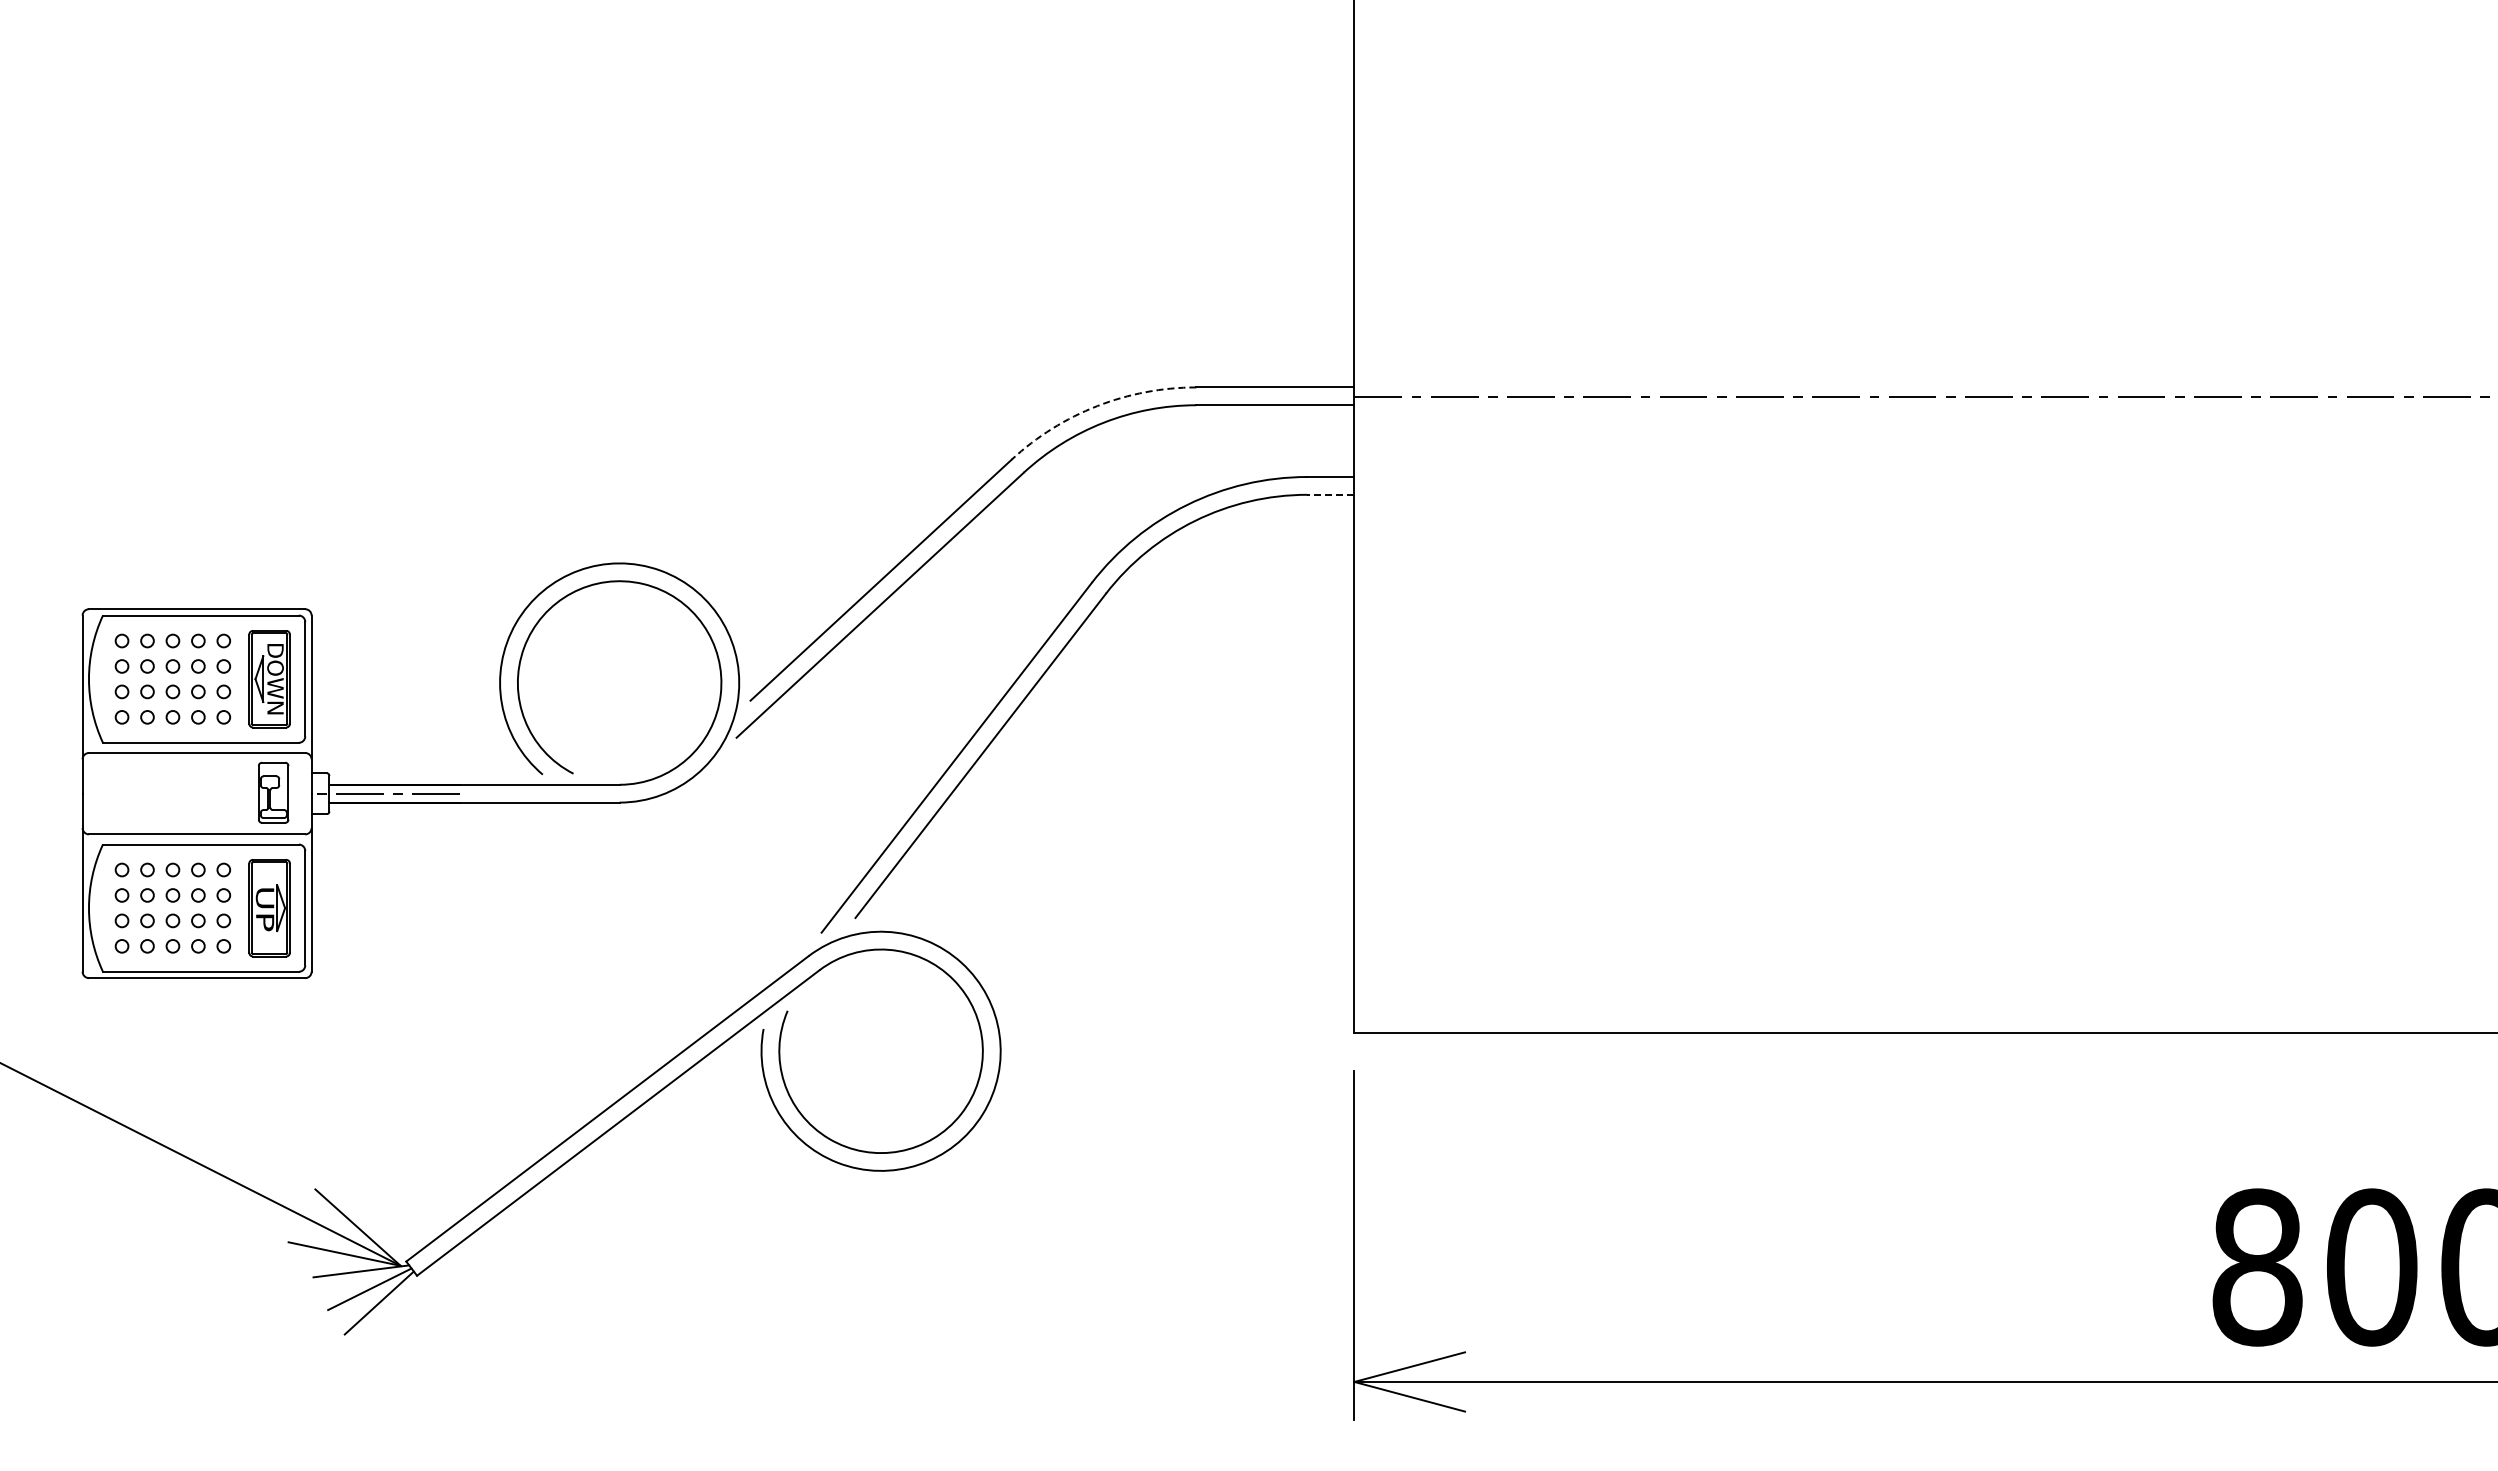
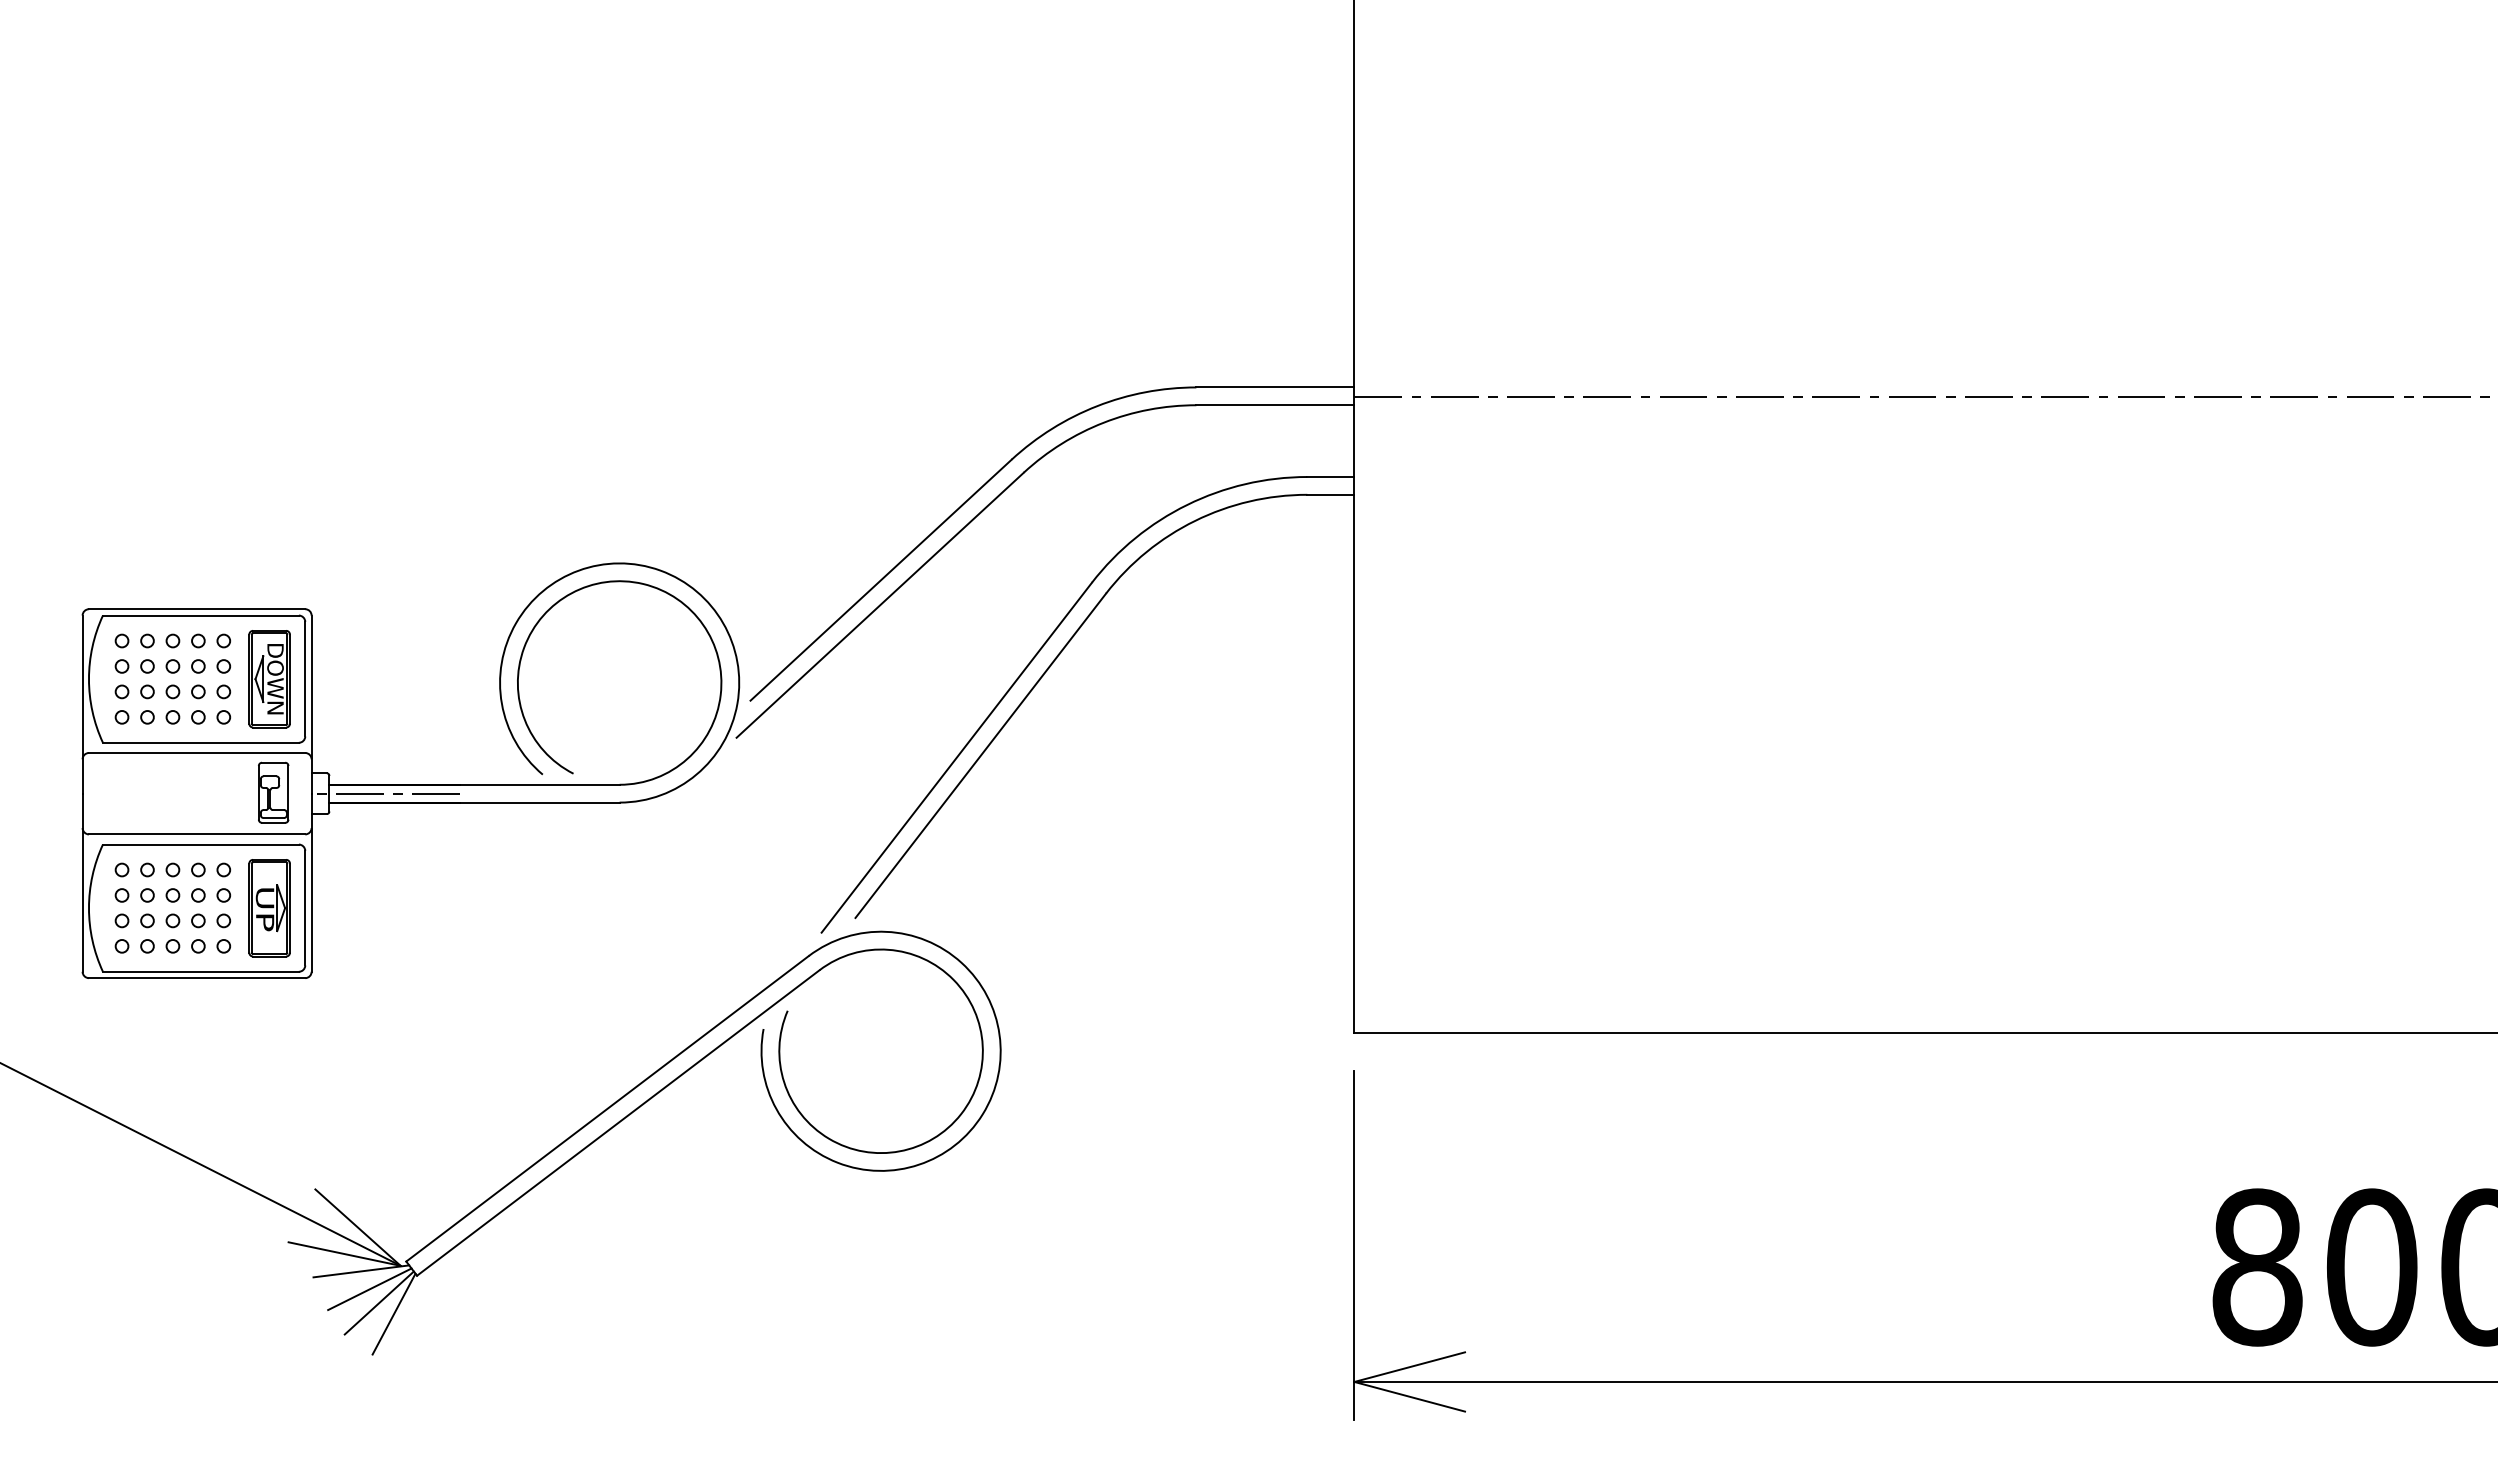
arc at (1097, 406): dashed -> solid
line at (1330, 494): dashed -> solid
line at (393, 1313): none -> present
